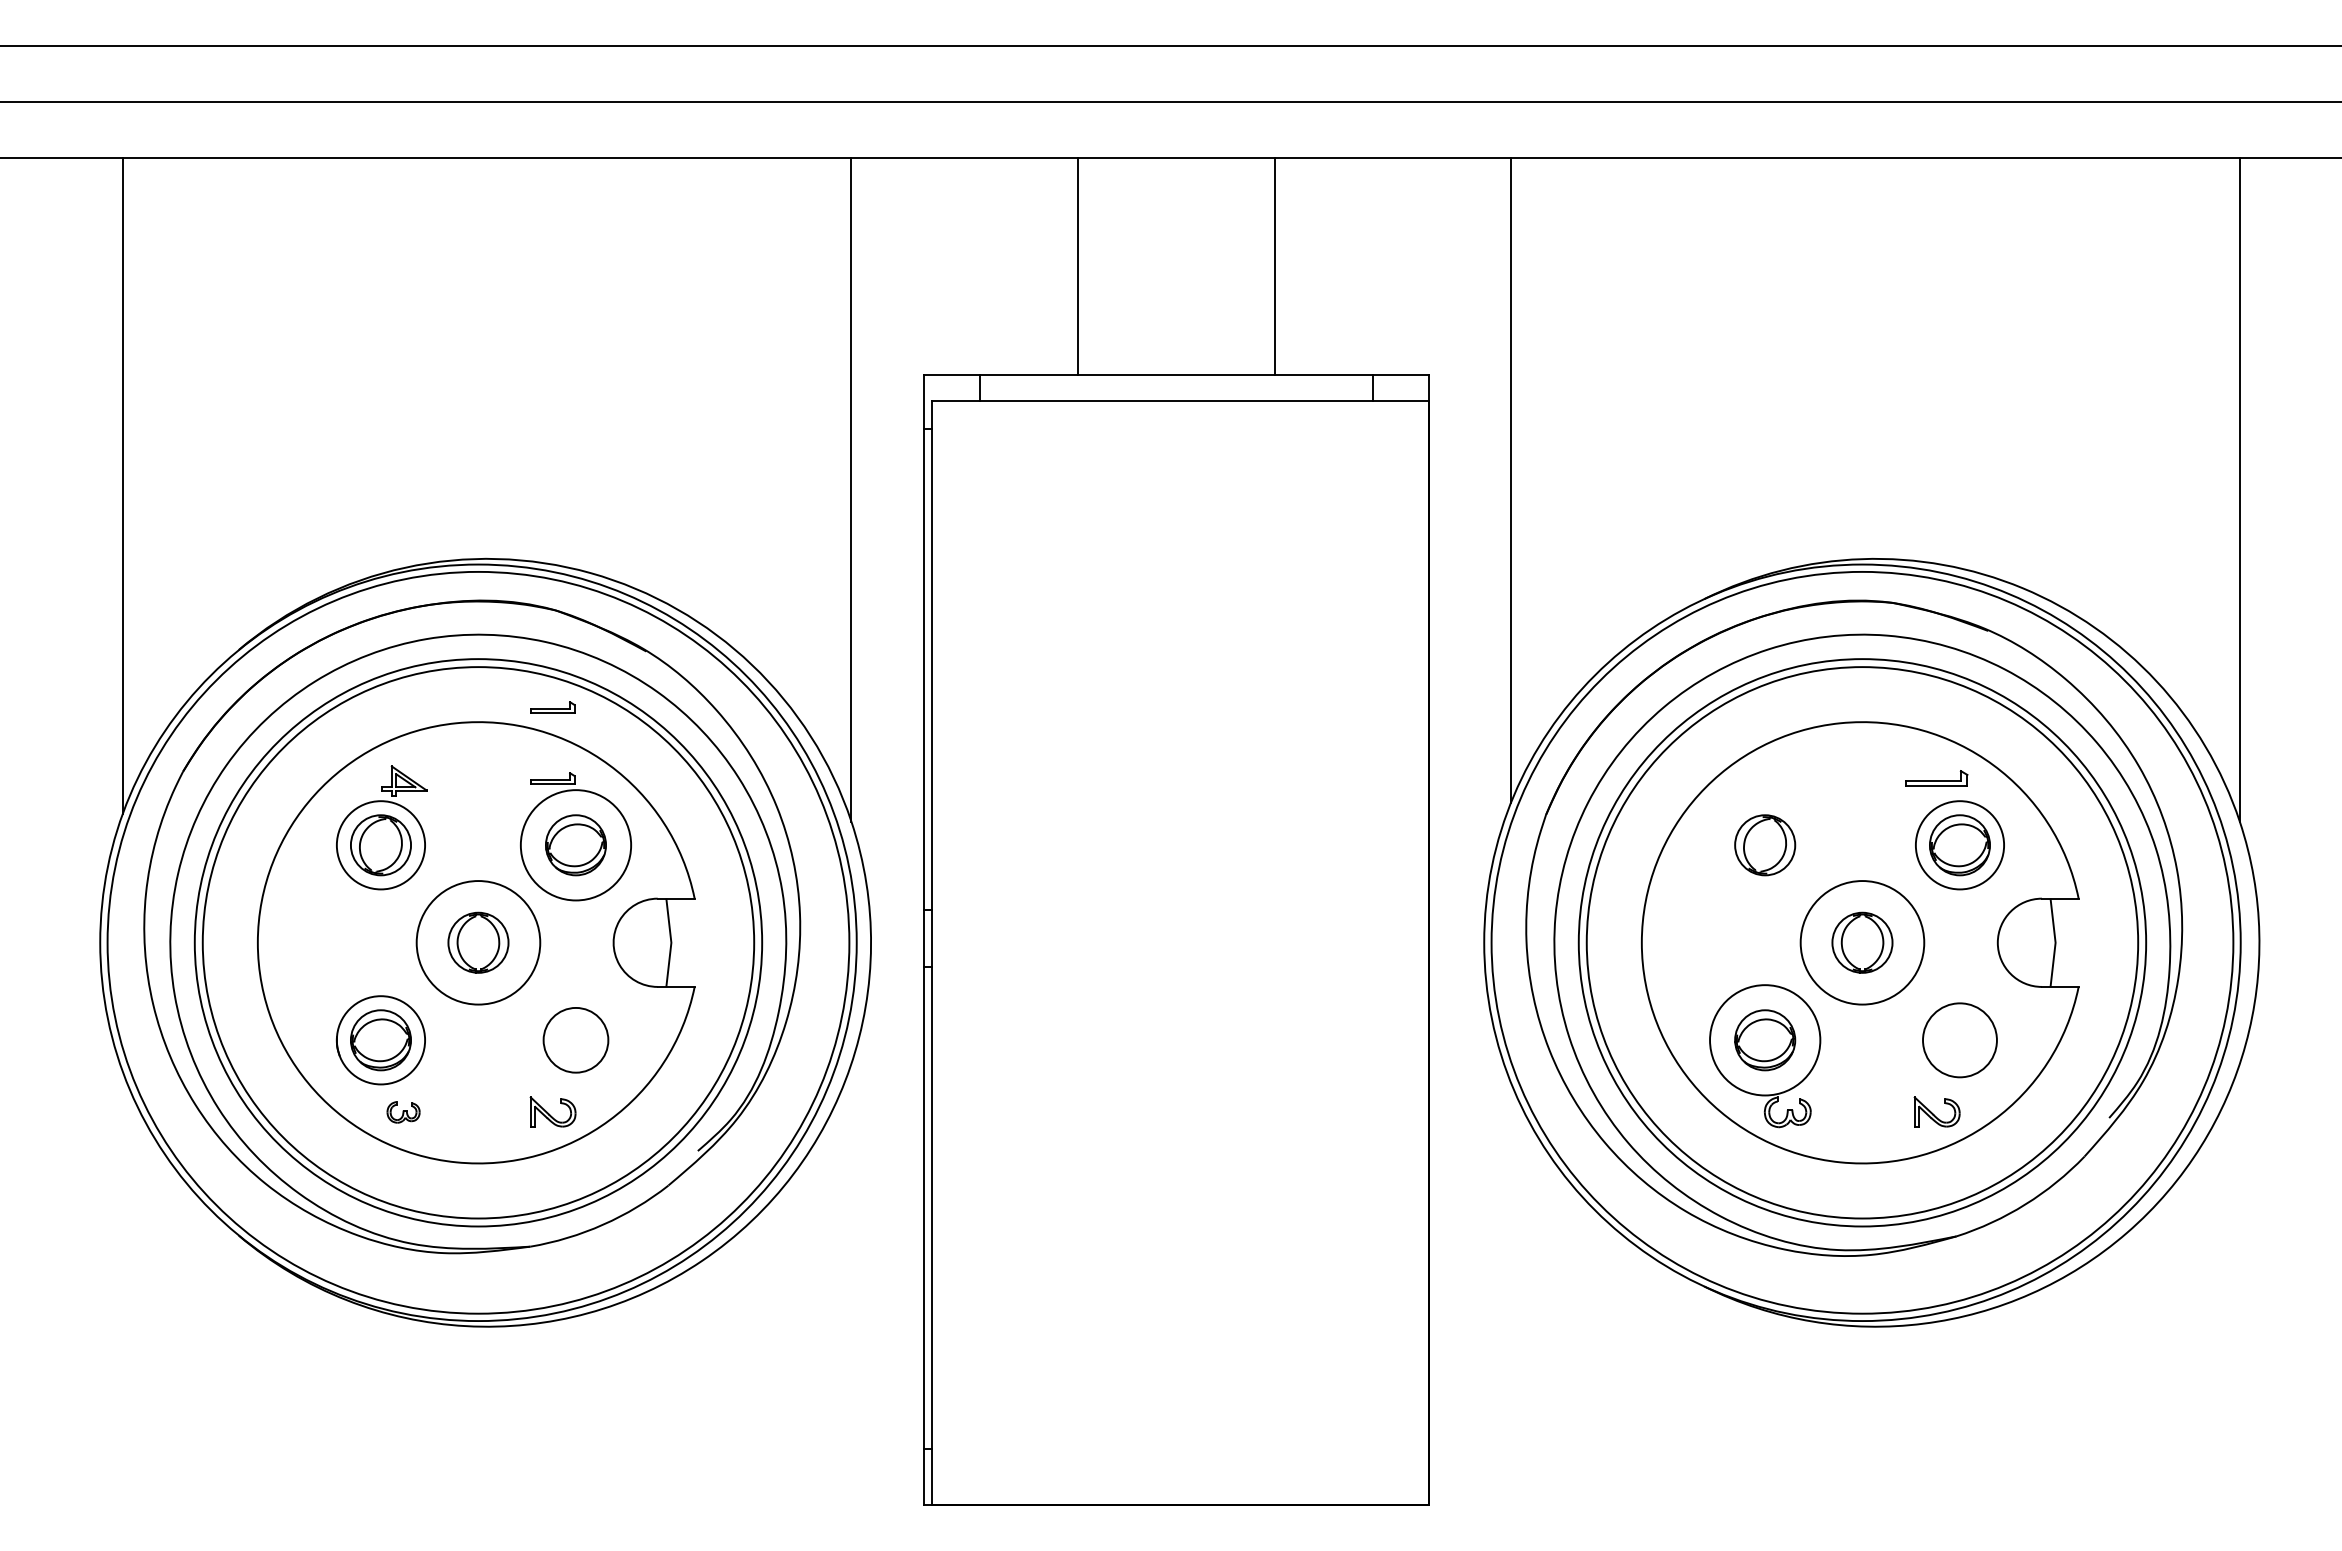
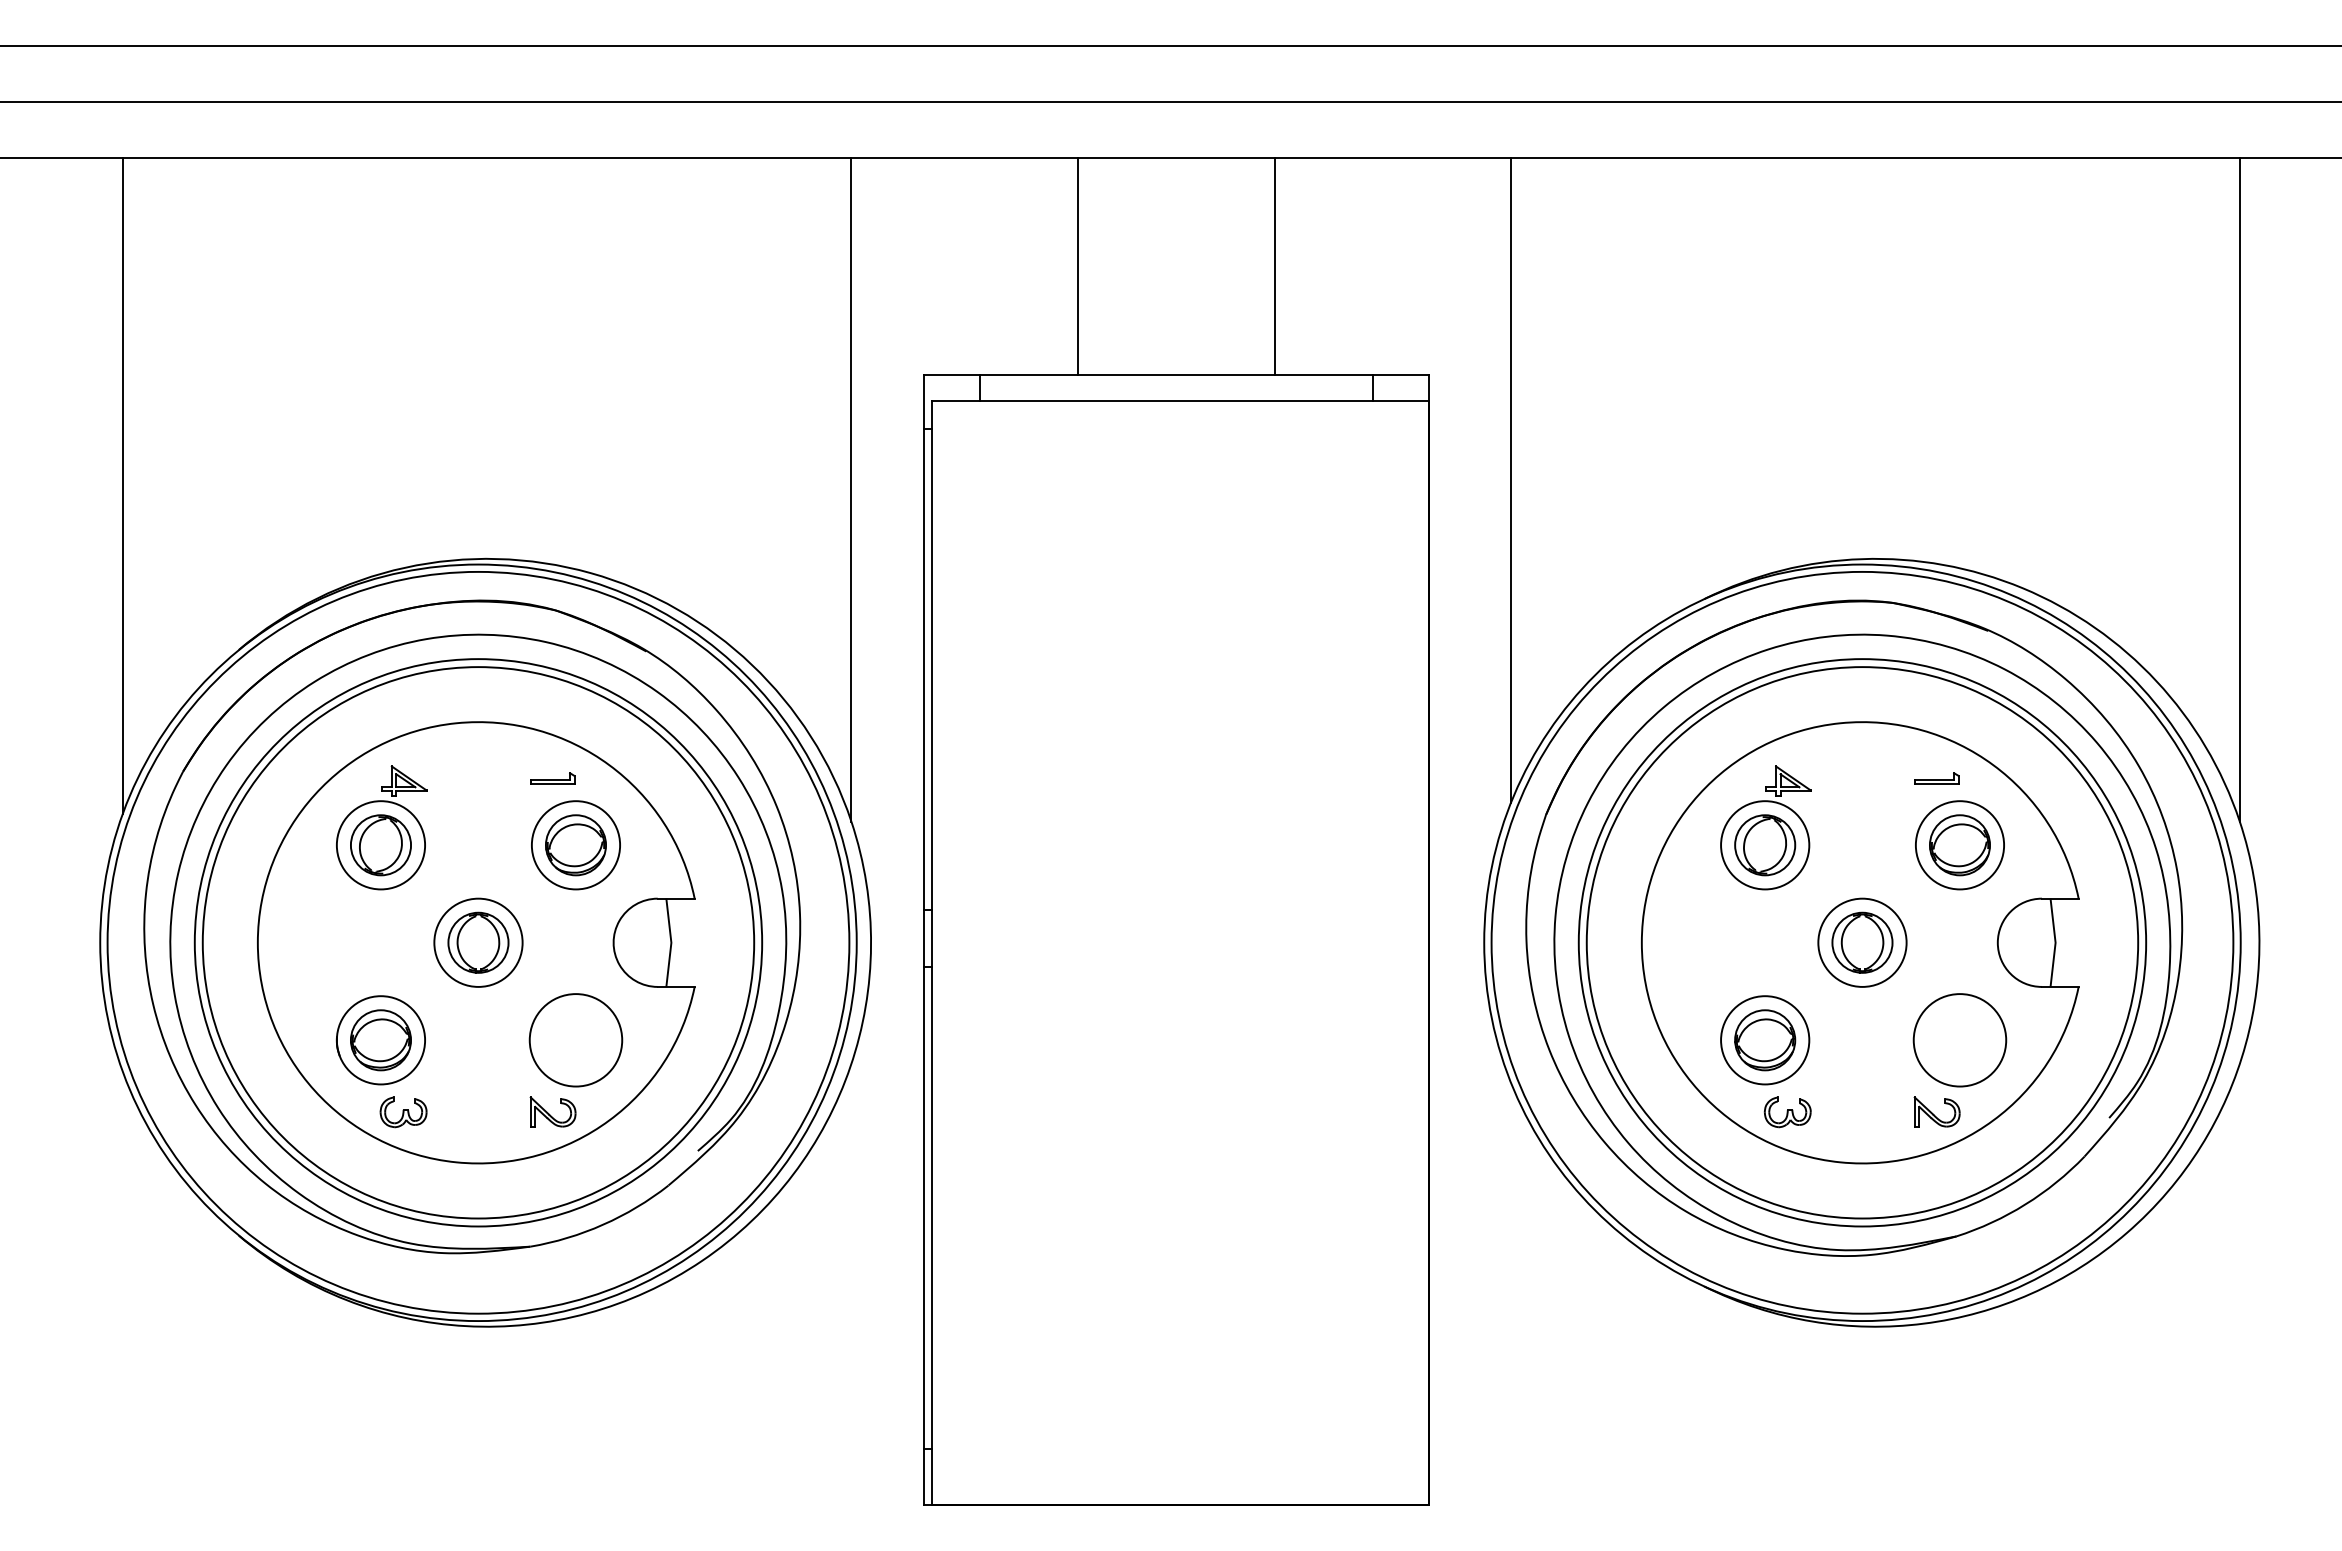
part at (552, 707): present -> none
part at (1936, 778) size: 64x17 px -> 46x13 px
part at (1765, 827): none -> present
circle at (575, 845) diameter: 110 px -> 88 px
circle at (478, 942) diameter: 124 px -> 88 px
circle at (1862, 942) diameter: 124 px -> 88 px
circle at (575, 1039) diameter: 65 px -> 92 px
circle at (1765, 1040) diameter: 110 px -> 88 px
circle at (1959, 1040) size: 76x77 px -> 96x95 px
part at (403, 1112) size: 35x23 px -> 49x33 px
